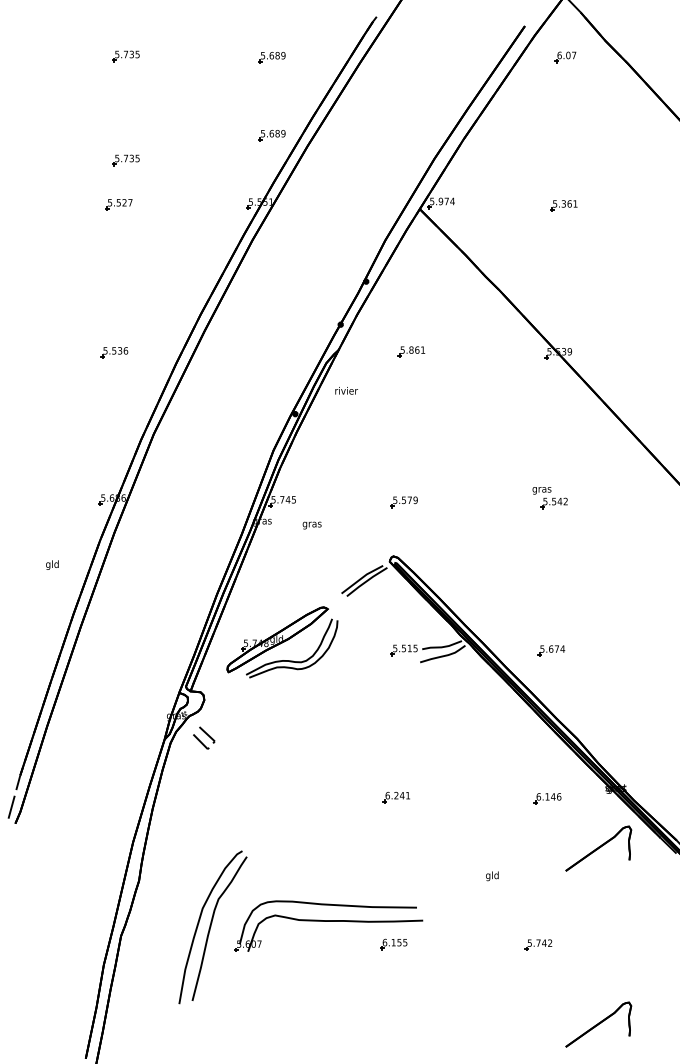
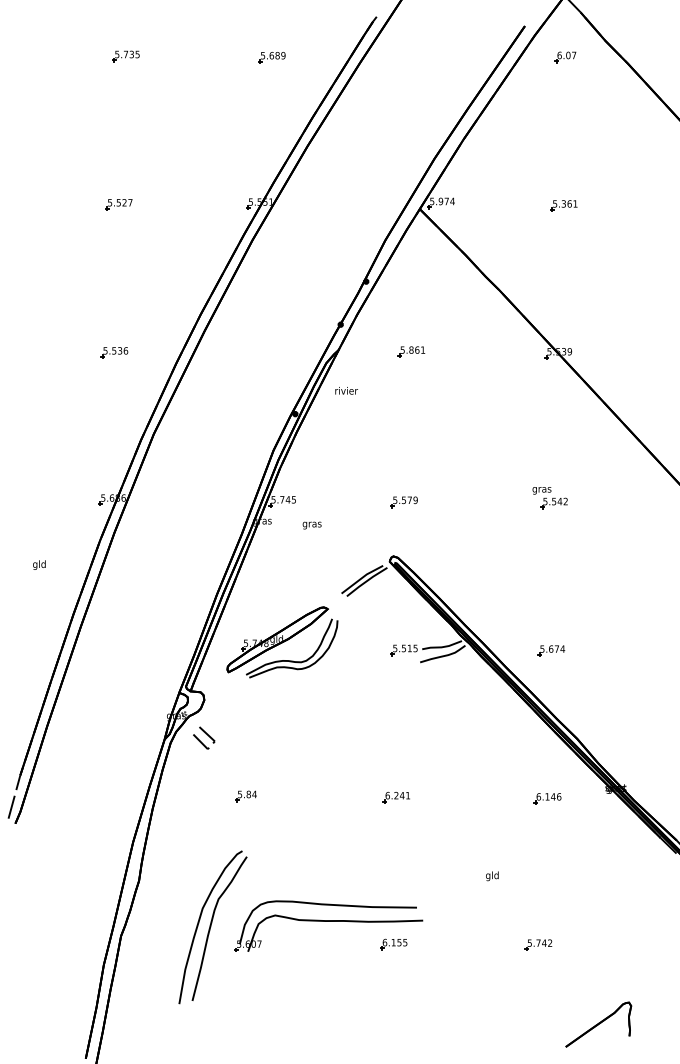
part at (271, 135): present -> none
part at (125, 160): present -> none
text at (52, 564) position: (52, 564) -> (39, 564)
part at (245, 796): none -> present
part at (598, 848): present -> none
